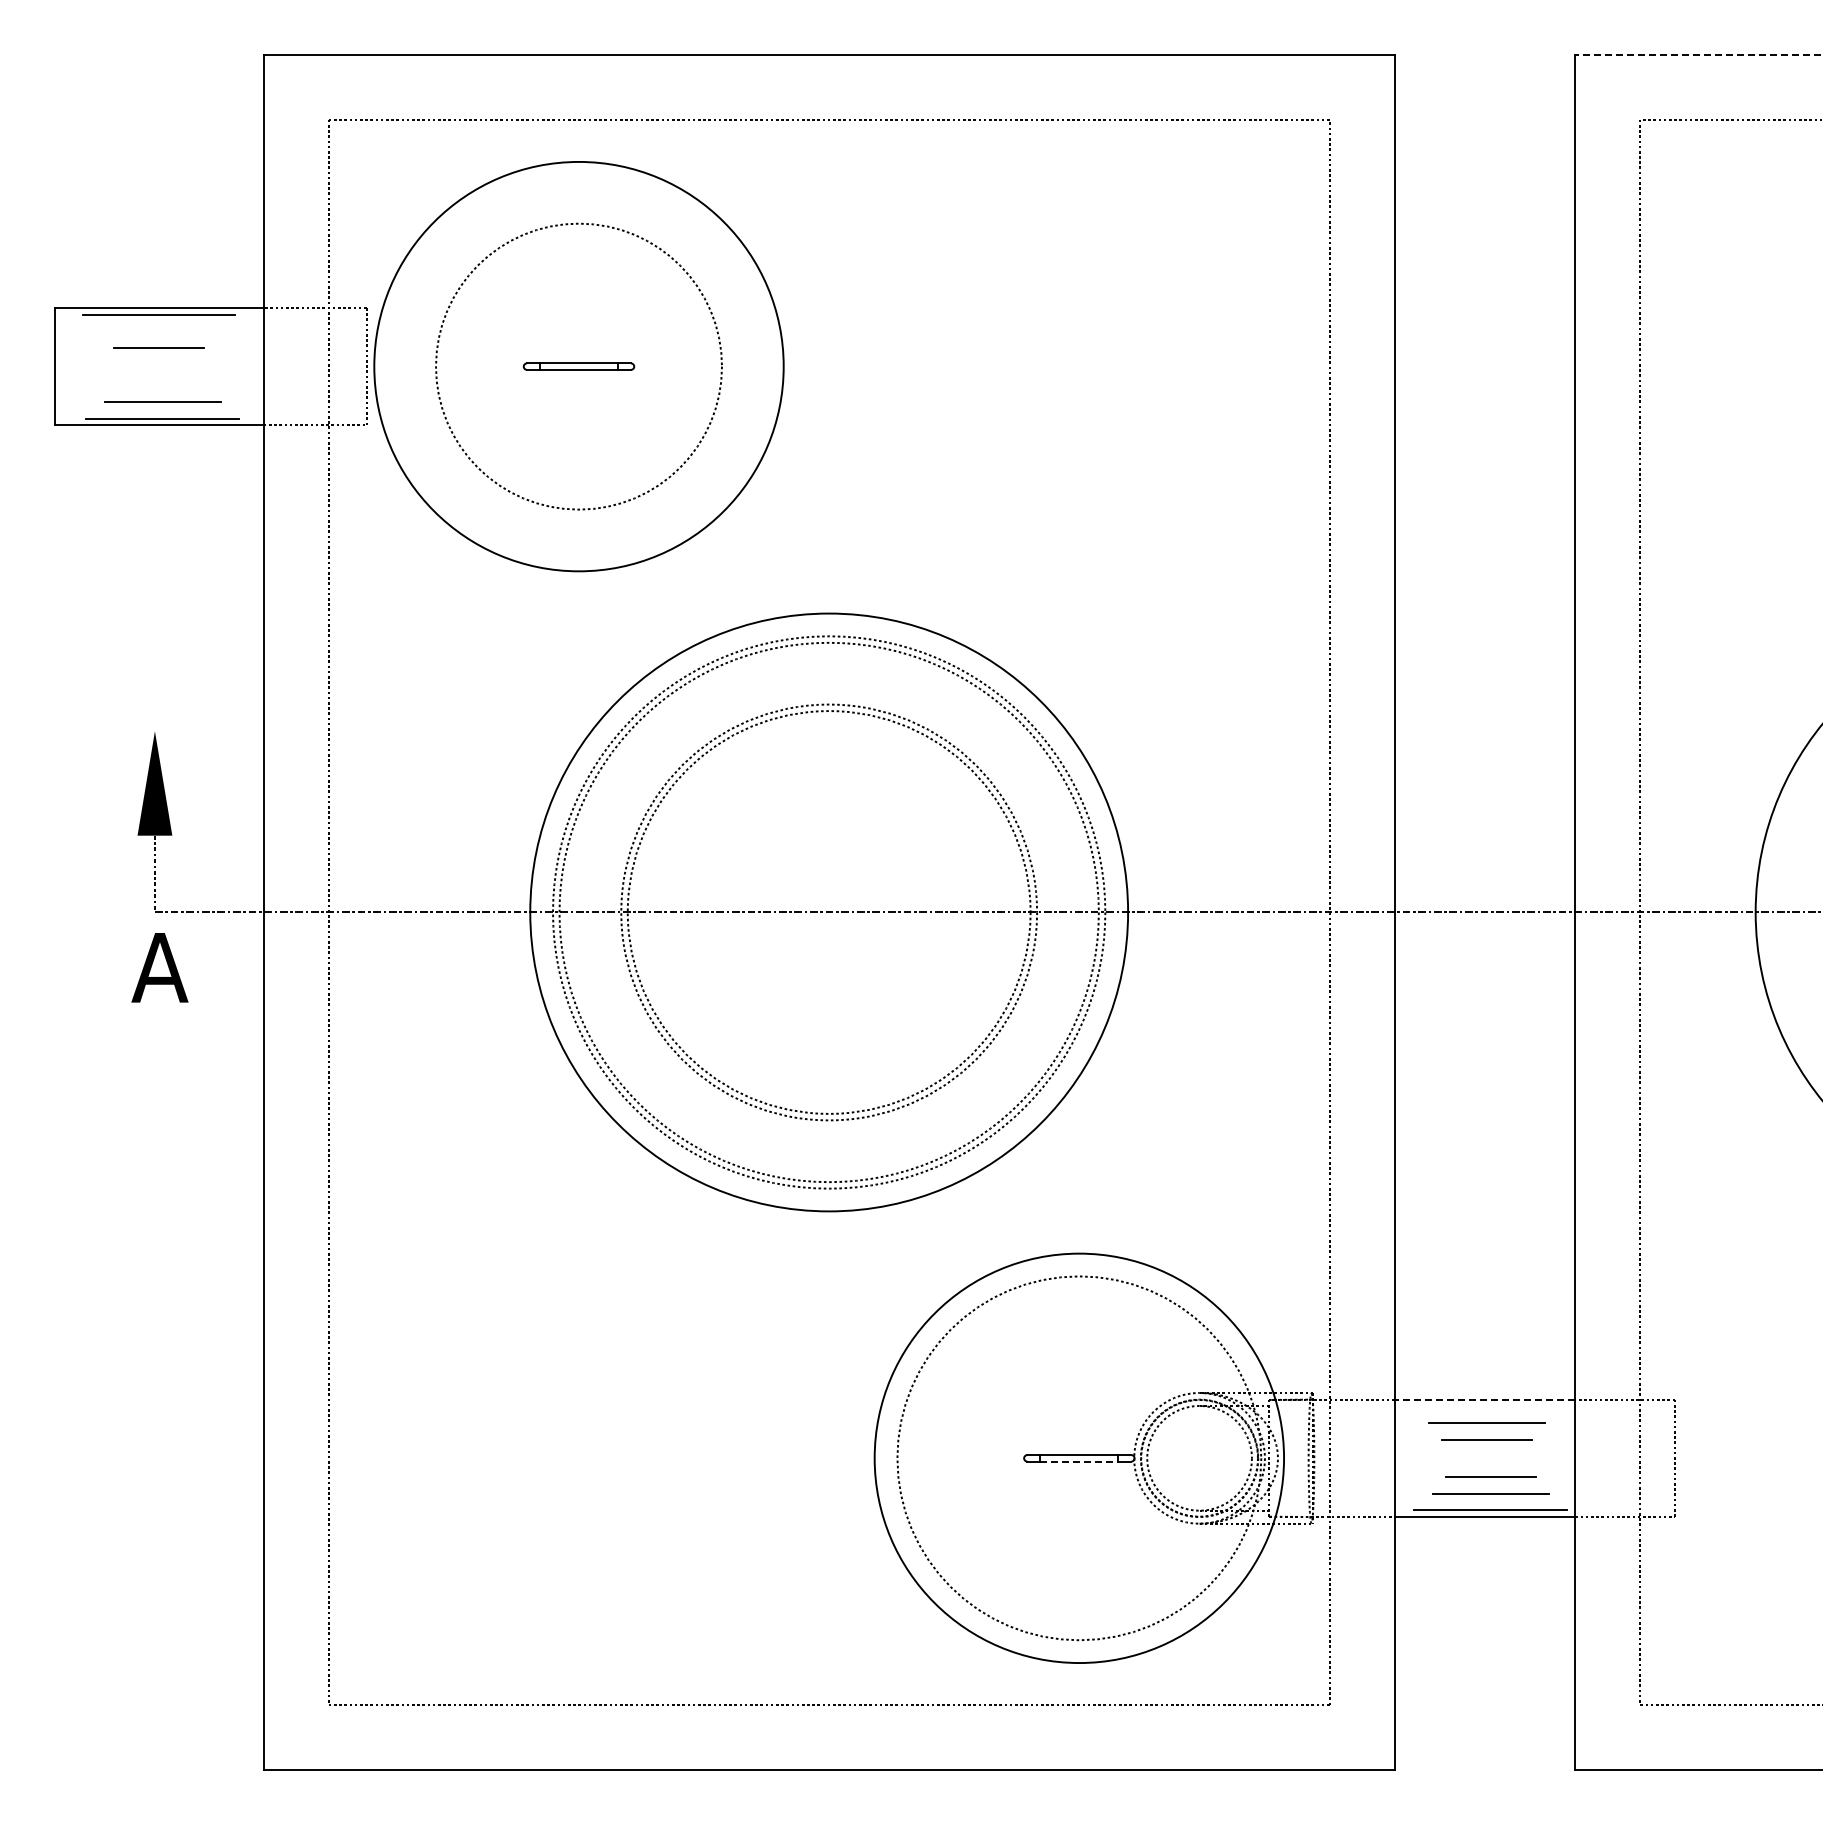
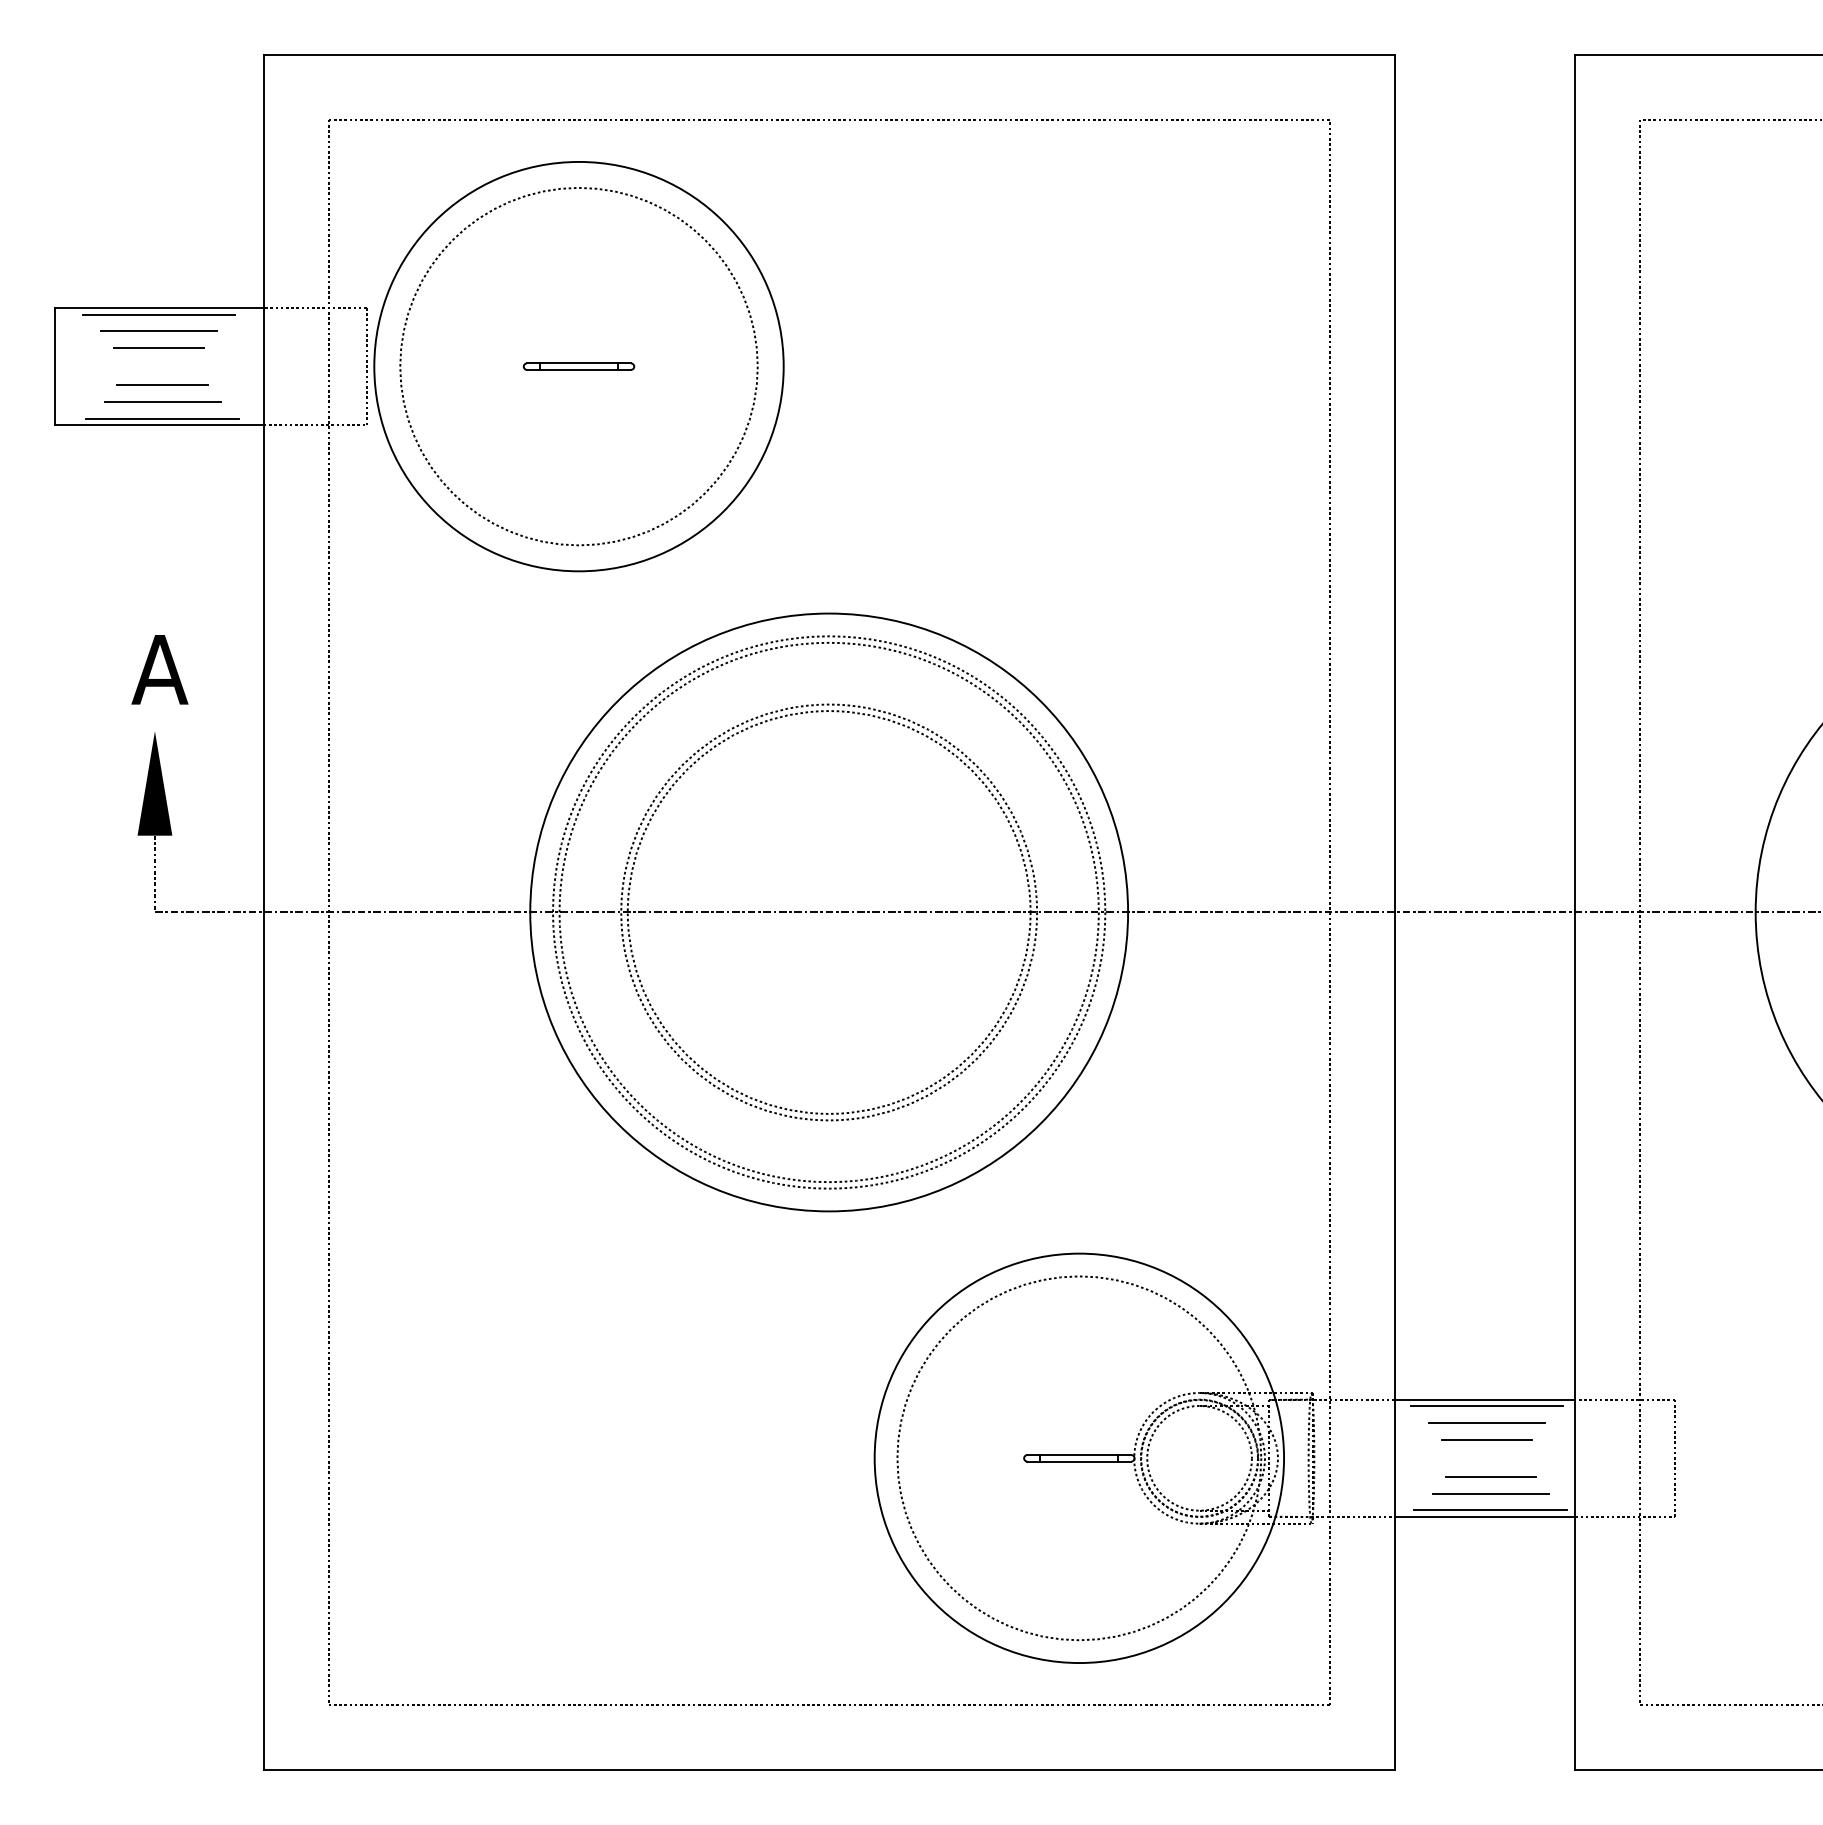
line at (1698, 54): dashed -> solid
line at (158, 330): none -> present
circle at (579, 366) diameter: 286 px -> 358 px
line at (162, 385): none -> present
text at (159, 967) position: (159, 967) -> (159, 669)
line at (1484, 1399): dashed -> solid
line at (1486, 1406): none -> present
line at (1079, 1461): dashed -> solid
